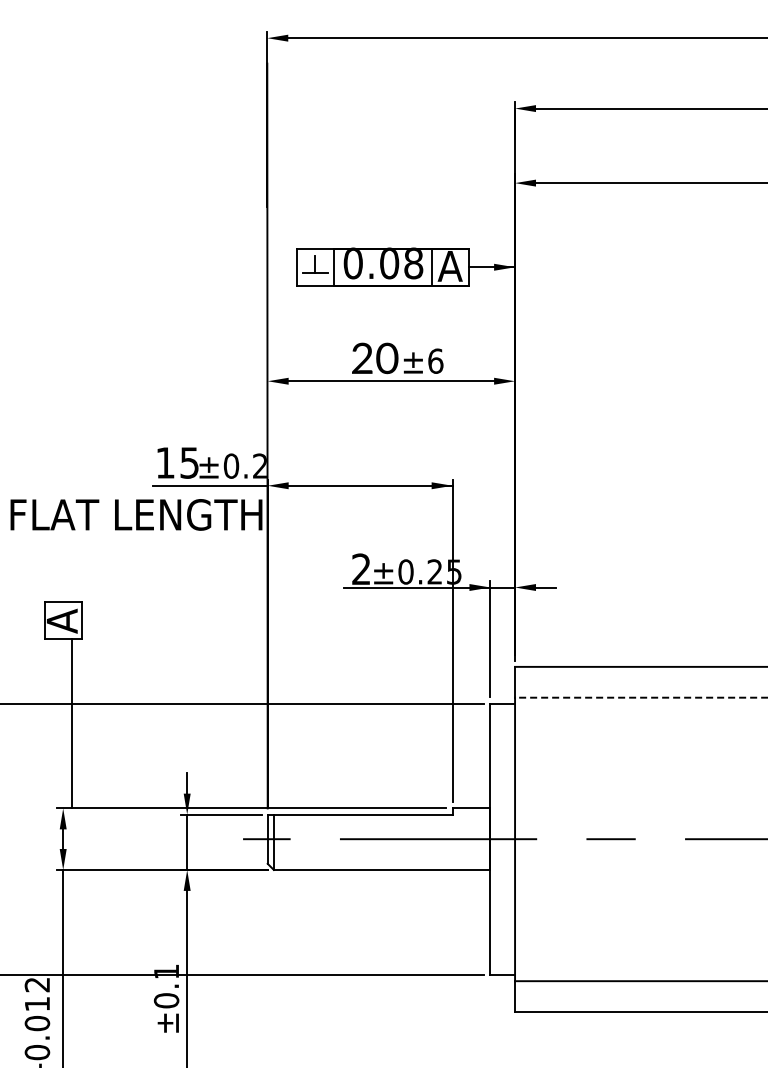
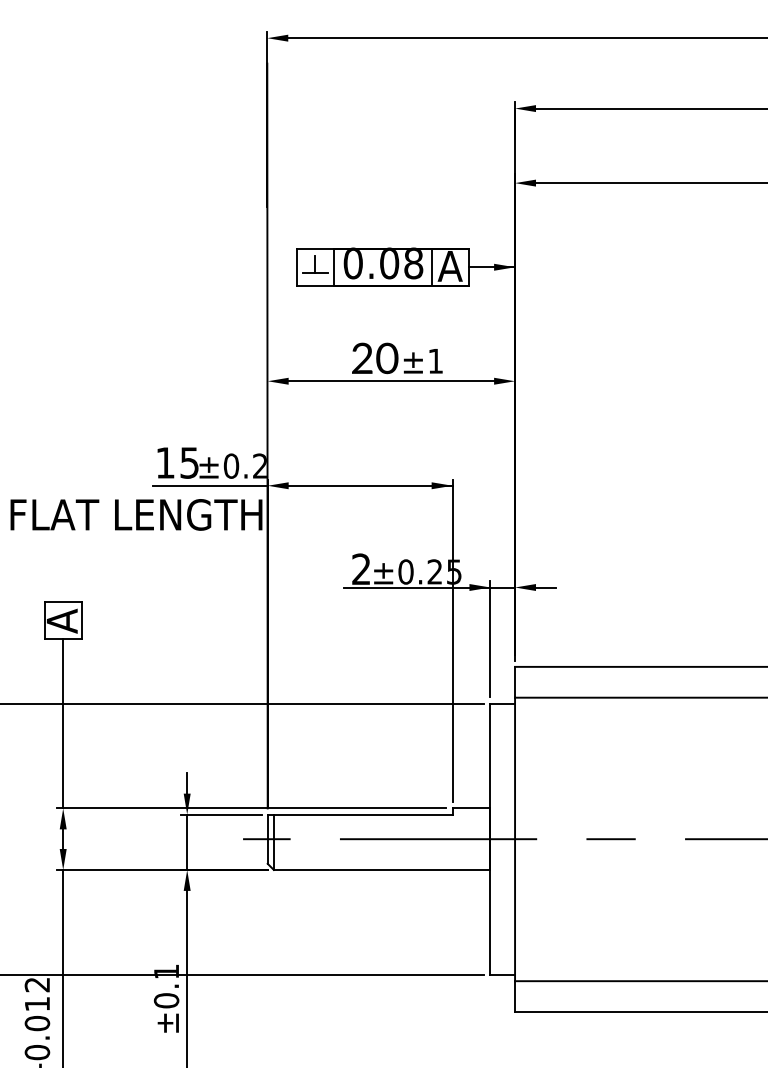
text at (435, 360): ±6 -> ±1
line at (640, 697): dashed -> solid
line at (72, 723) position: (72, 723) -> (63, 723)
